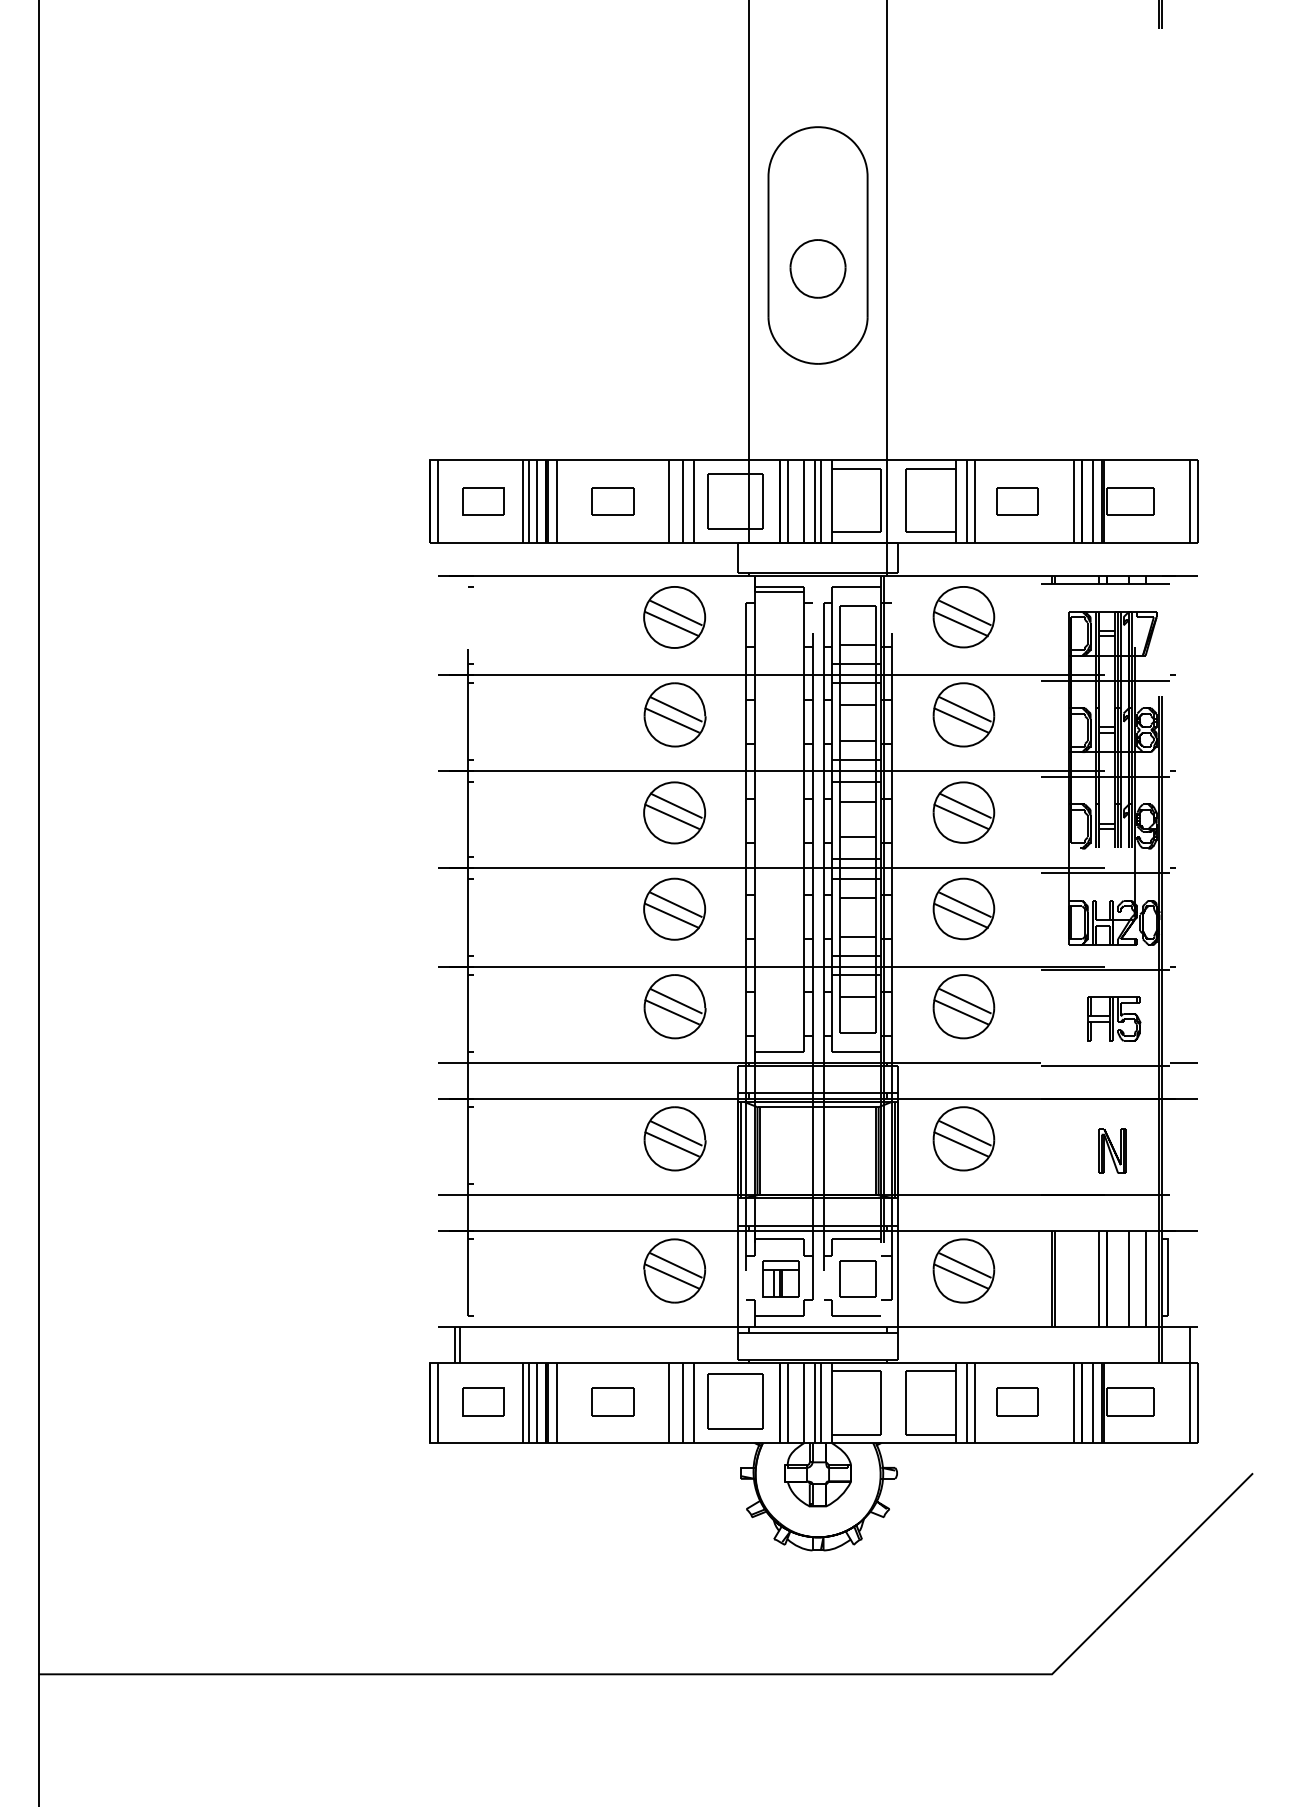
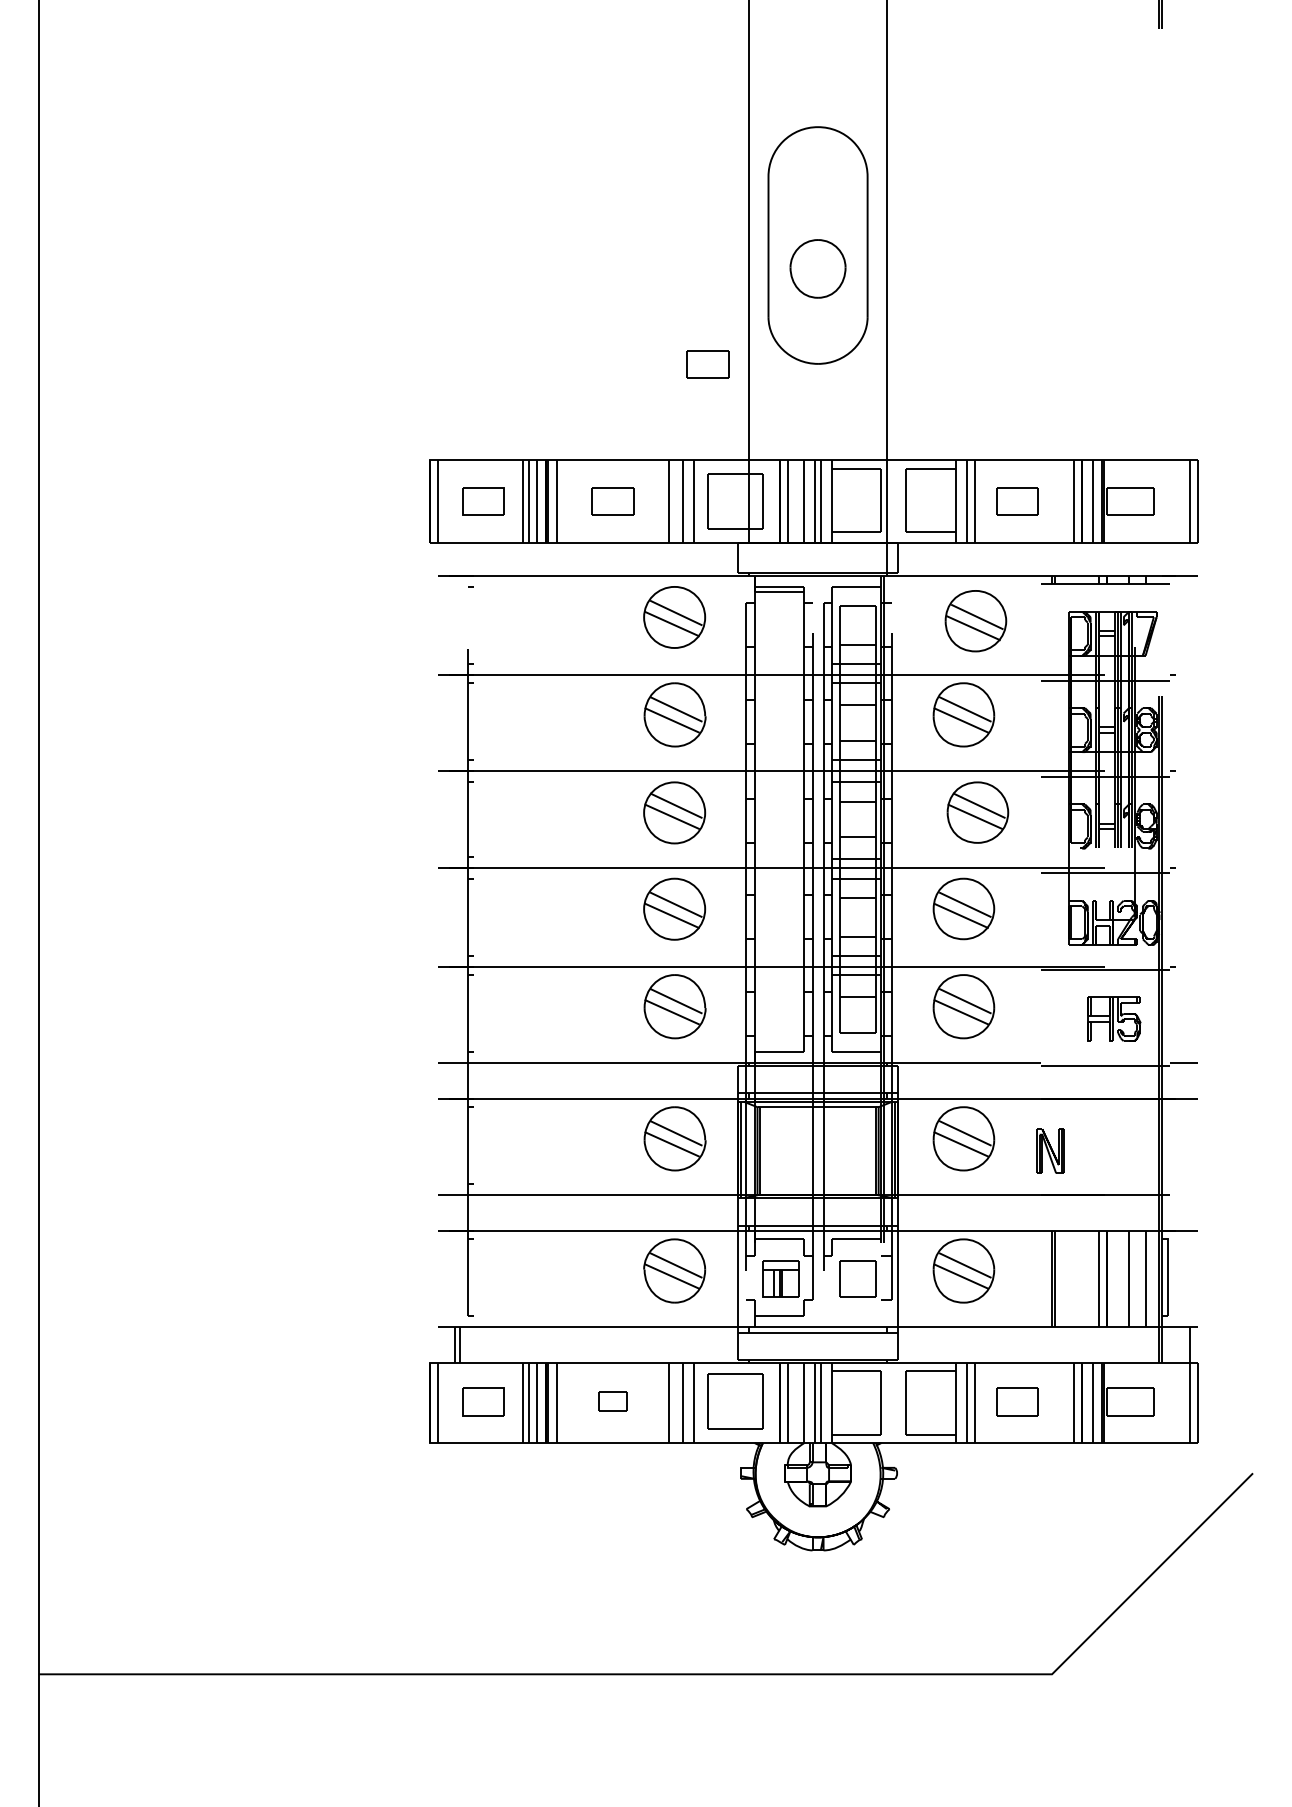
part at (707, 364): none -> present
part at (963, 617) position: (963, 617) -> (975, 621)
part at (963, 812) position: (963, 812) -> (977, 812)
part at (1112, 1150) position: (1112, 1150) -> (1050, 1150)
part at (852, 1315): present -> none
part at (612, 1401) size: 44x30 px -> 30x21 px
